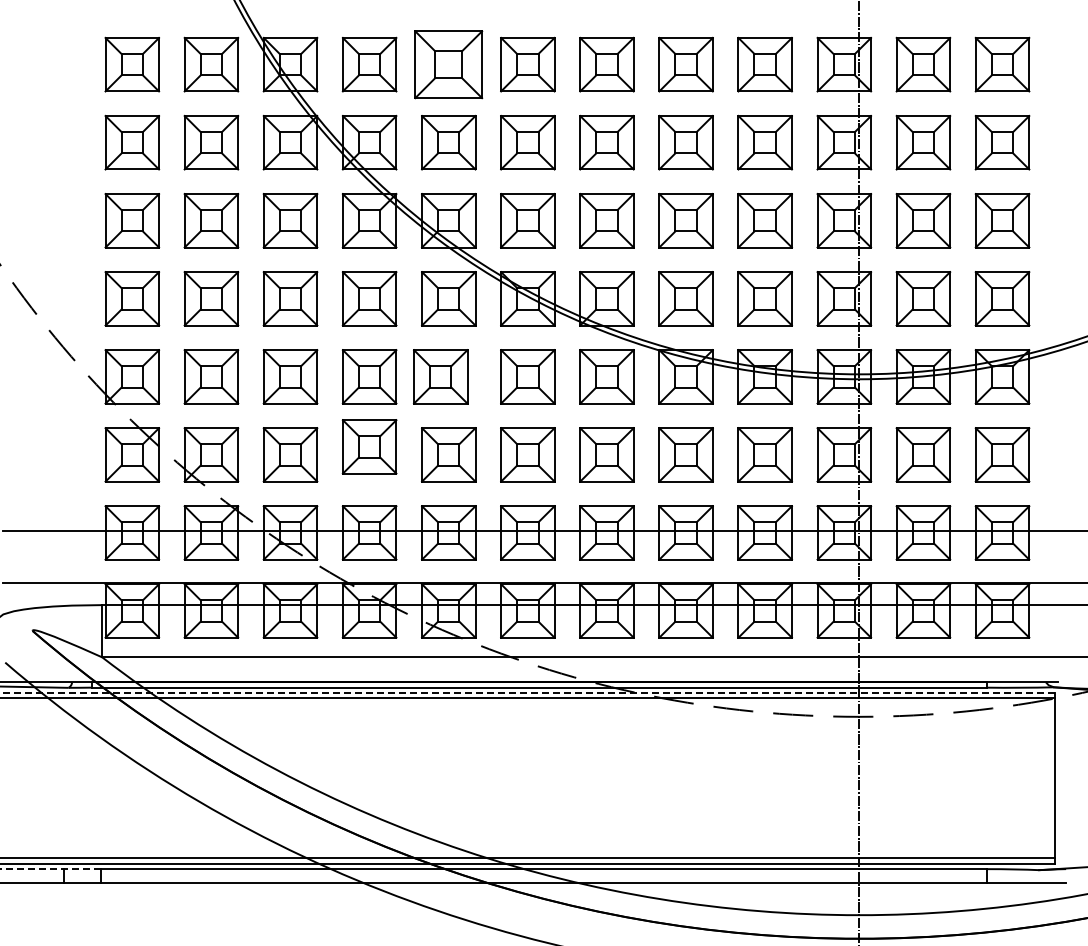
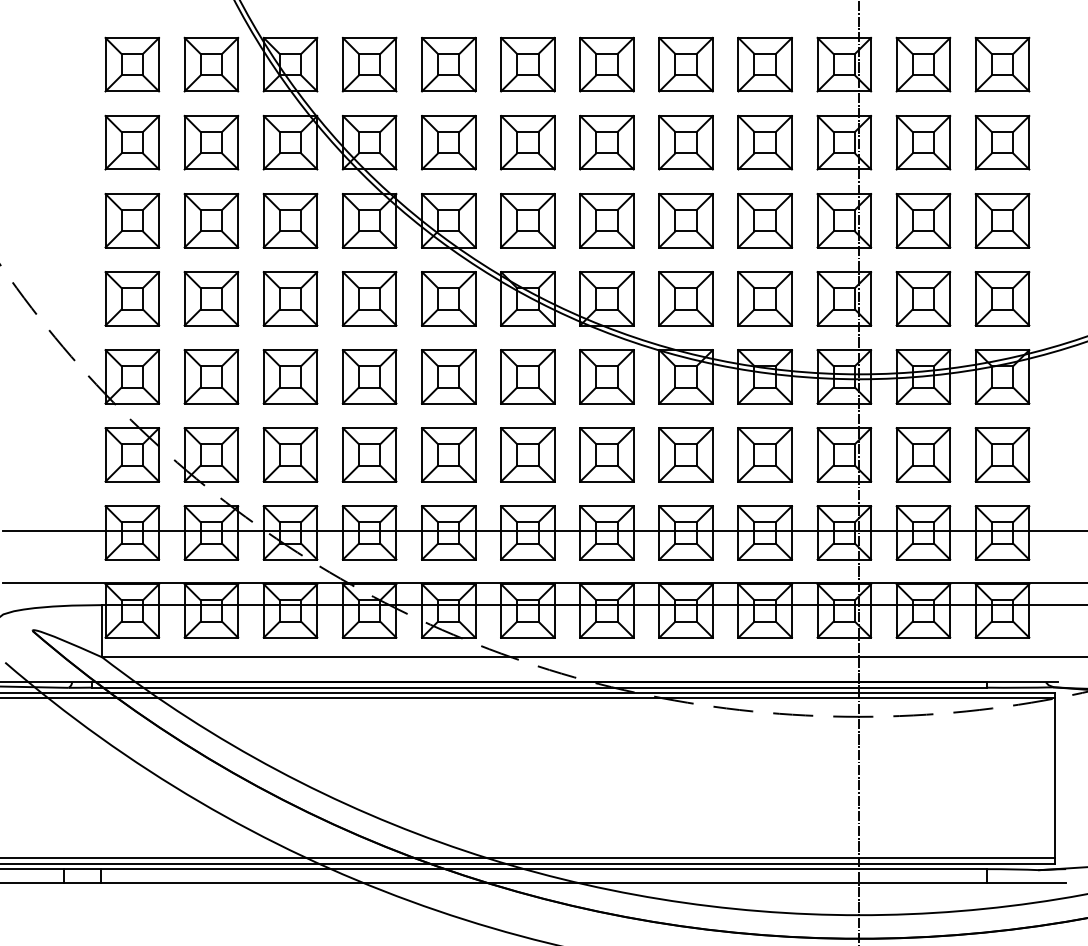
part at (448, 64) size: 70x70 px -> 56x57 px
part at (440, 376) position: (440, 376) -> (448, 376)
part at (369, 446) position: (369, 446) -> (369, 454)
line at (527, 692): dashed -> solid
line at (50, 869): dashed -> solid
